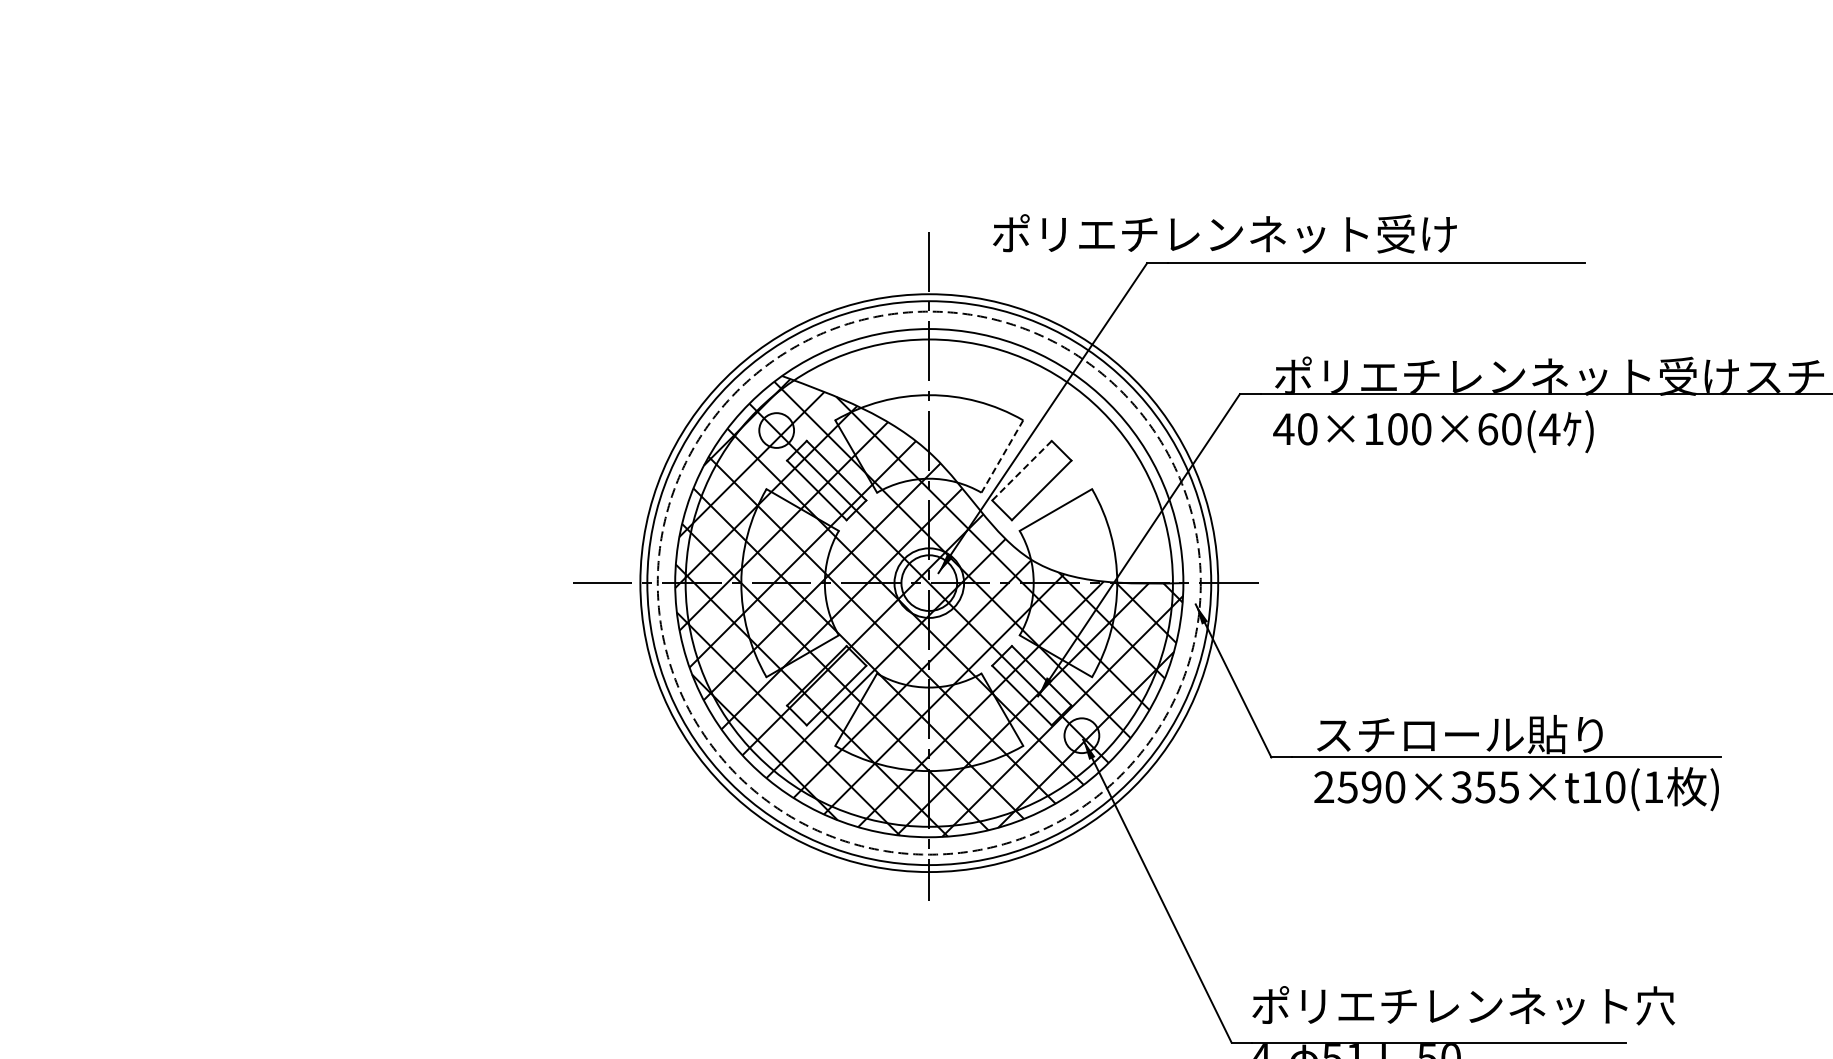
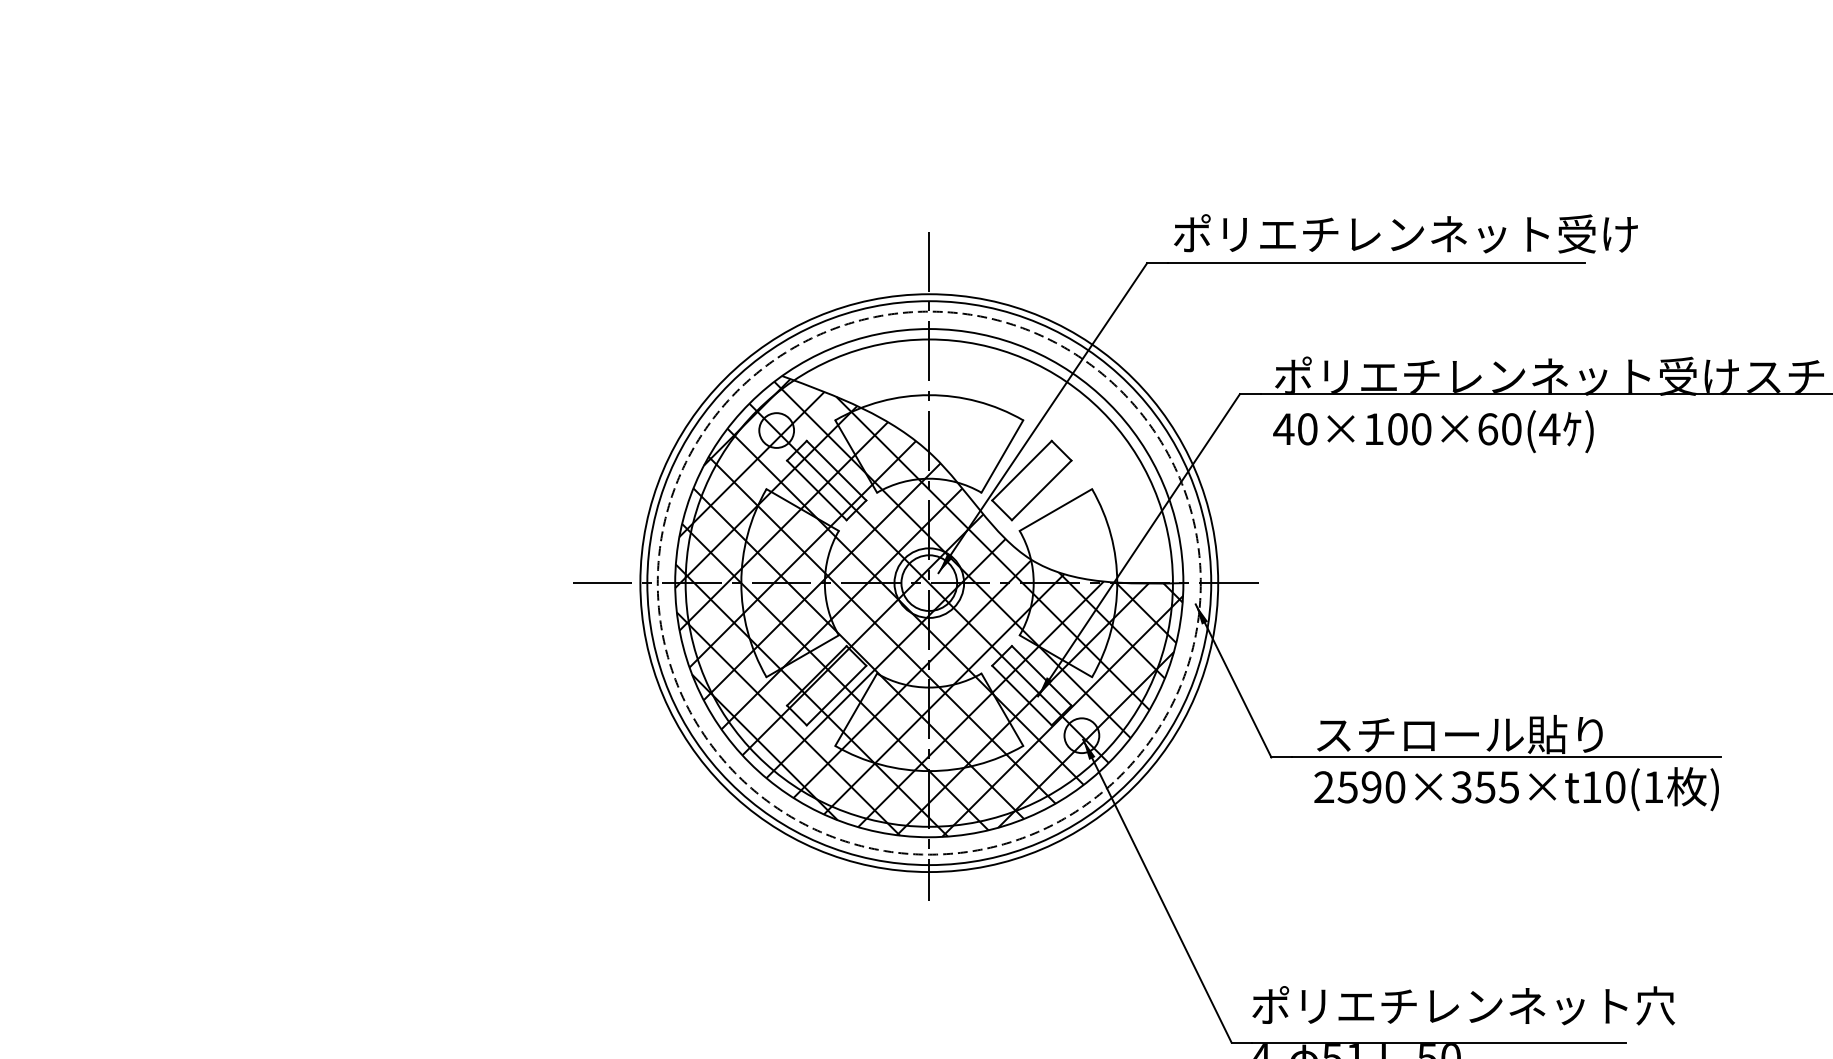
text at (1224, 233) position: (1224, 233) -> (1405, 233)
line at (1002, 456): dashed -> solid
line at (1021, 471): dashed -> solid
